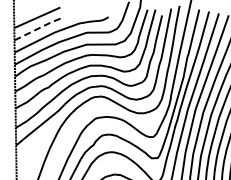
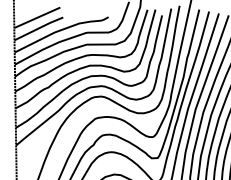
line at (39, 28): dashed -> solid
